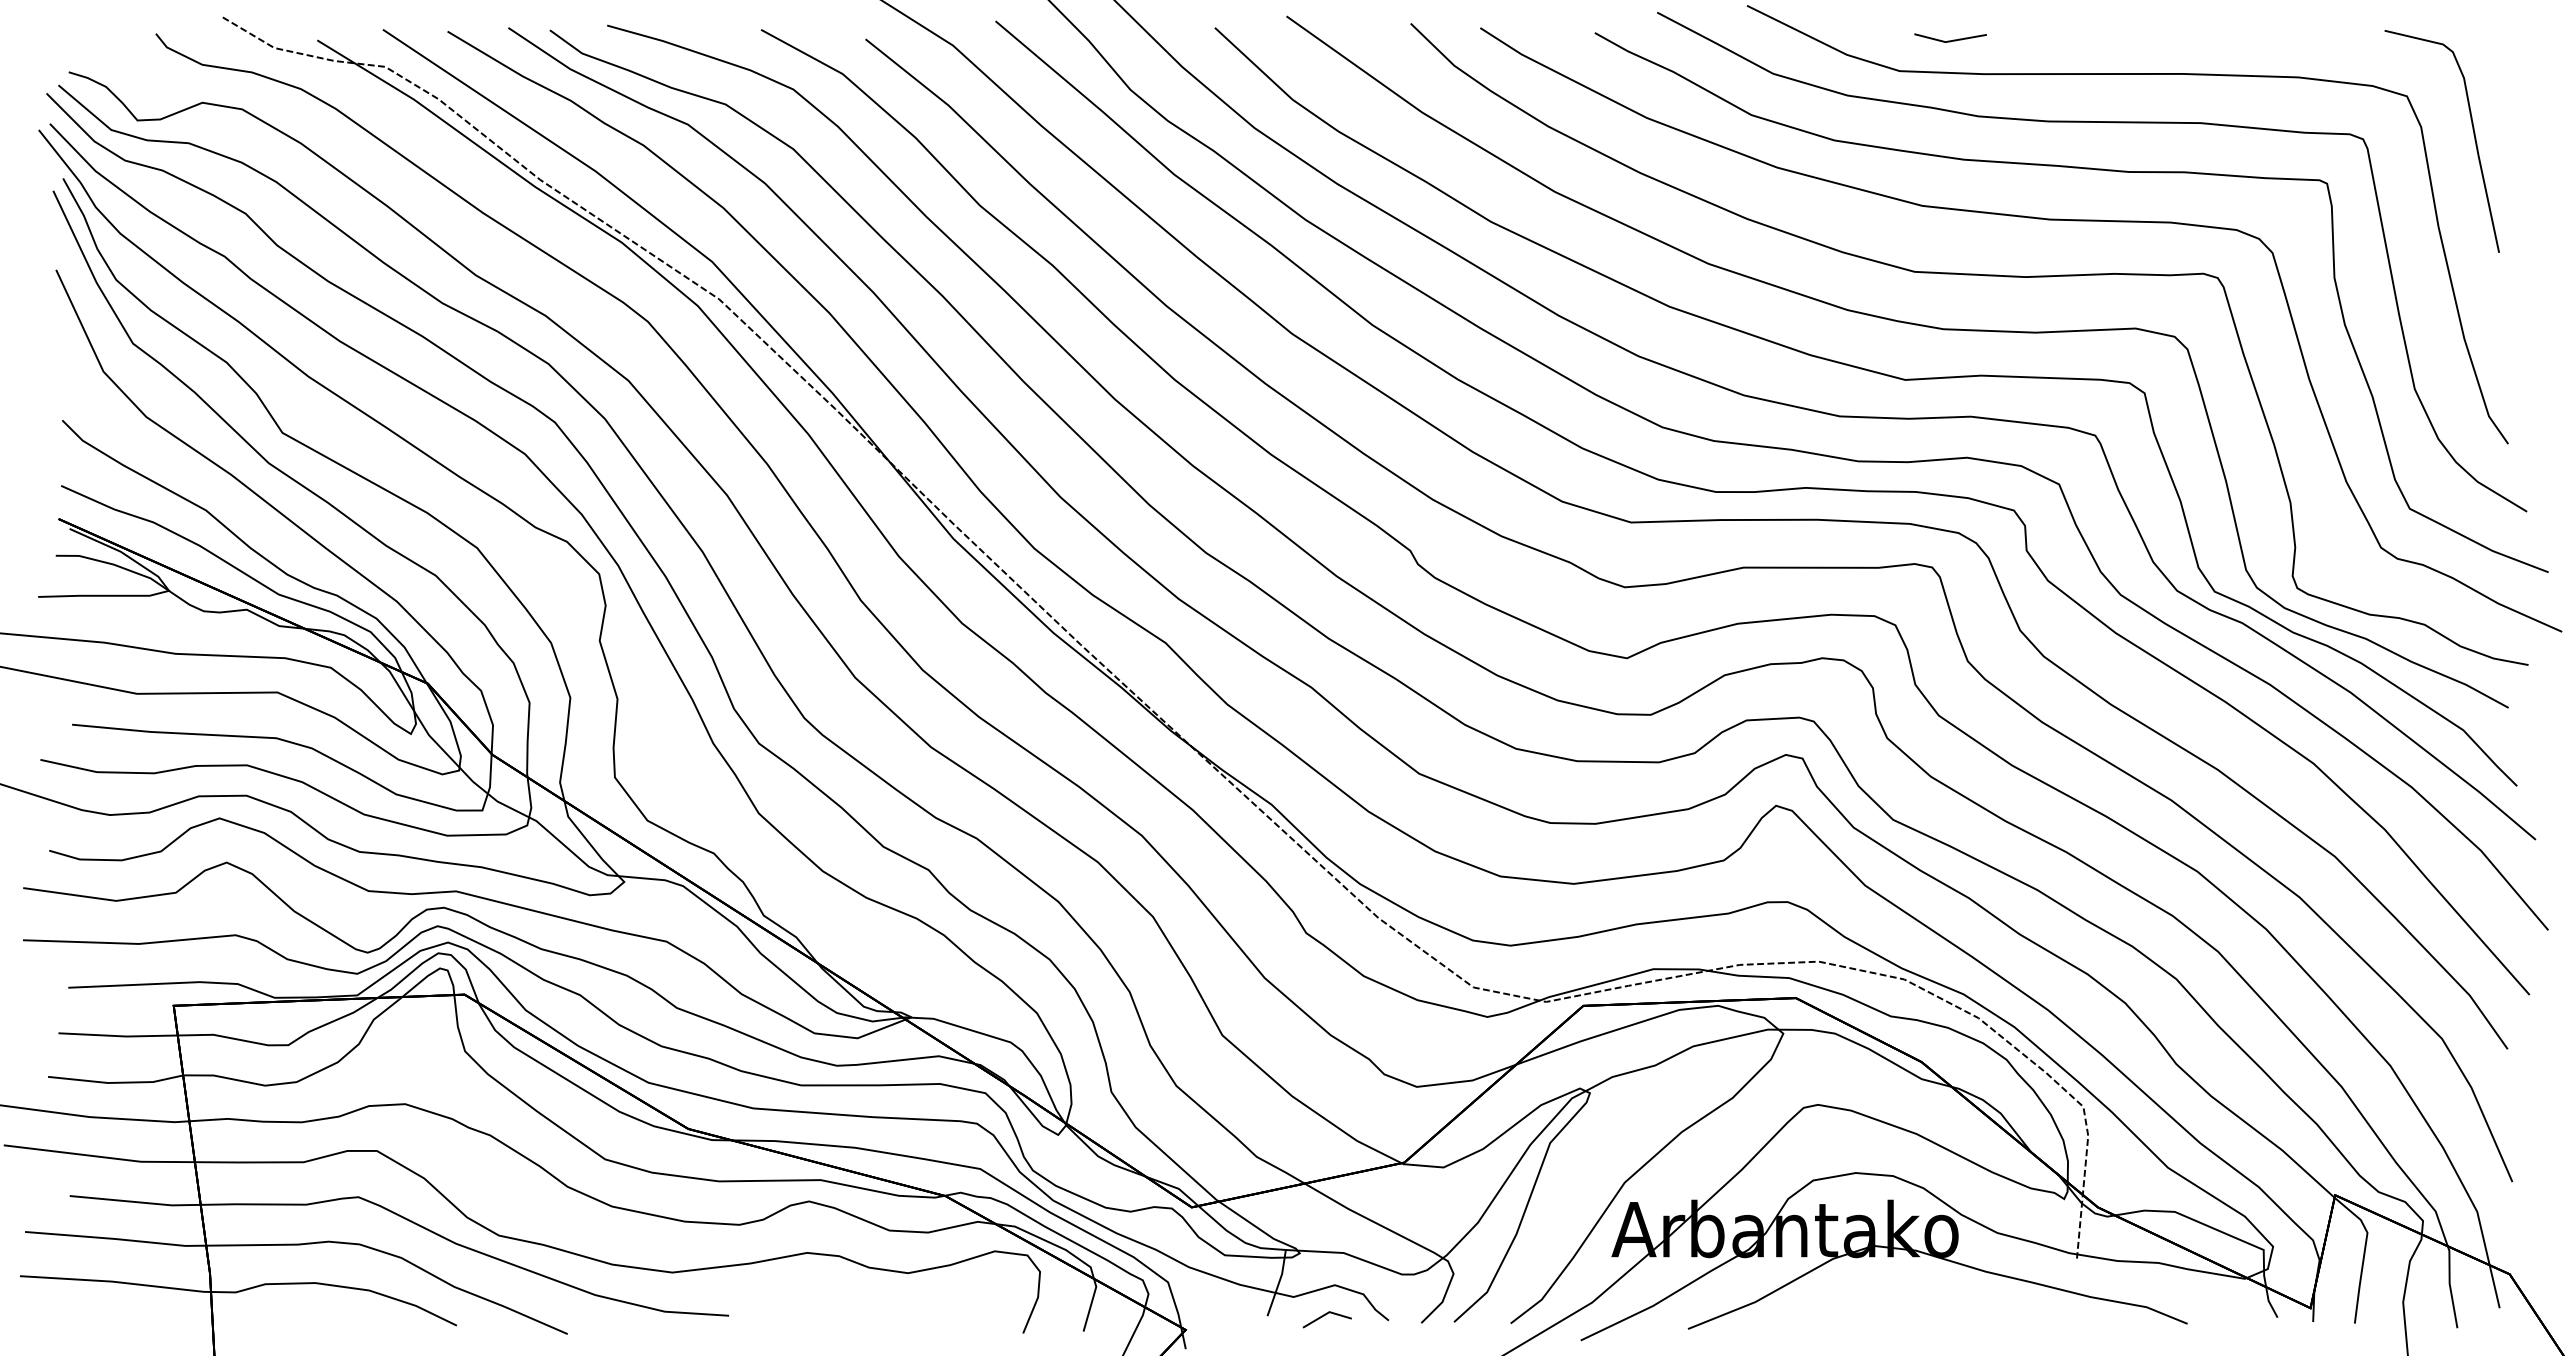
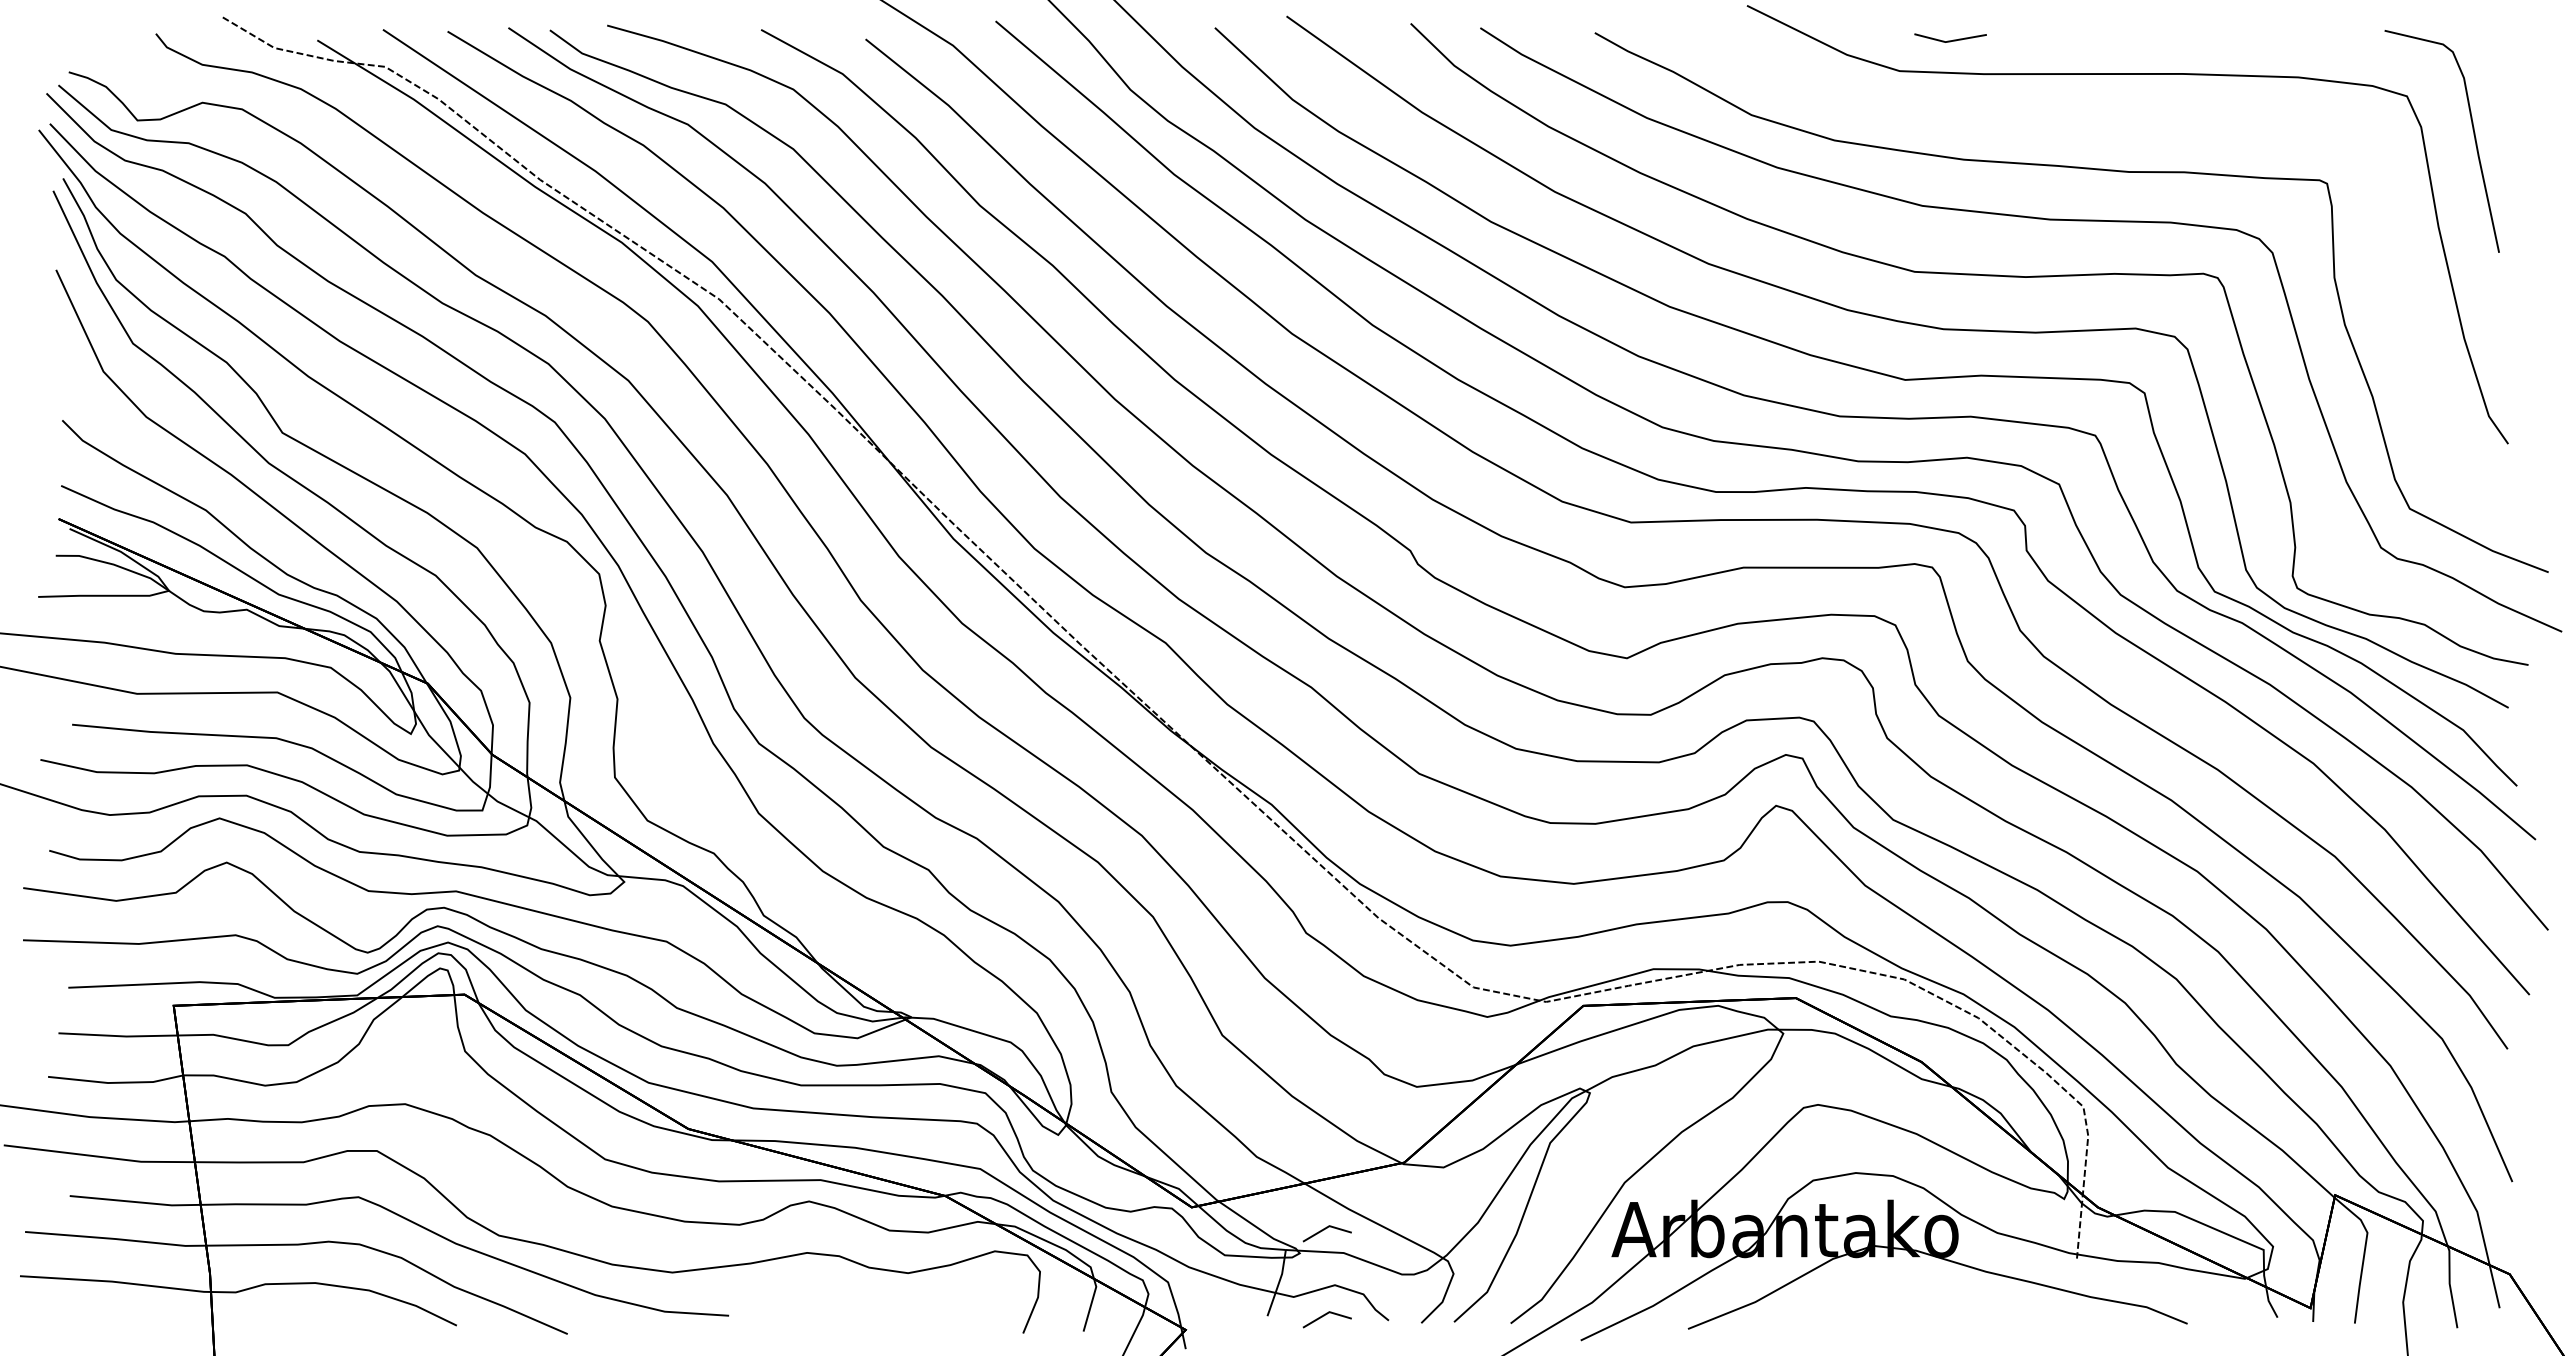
part at (2092, 122): present -> none
line at (1324, 1230): none -> present
